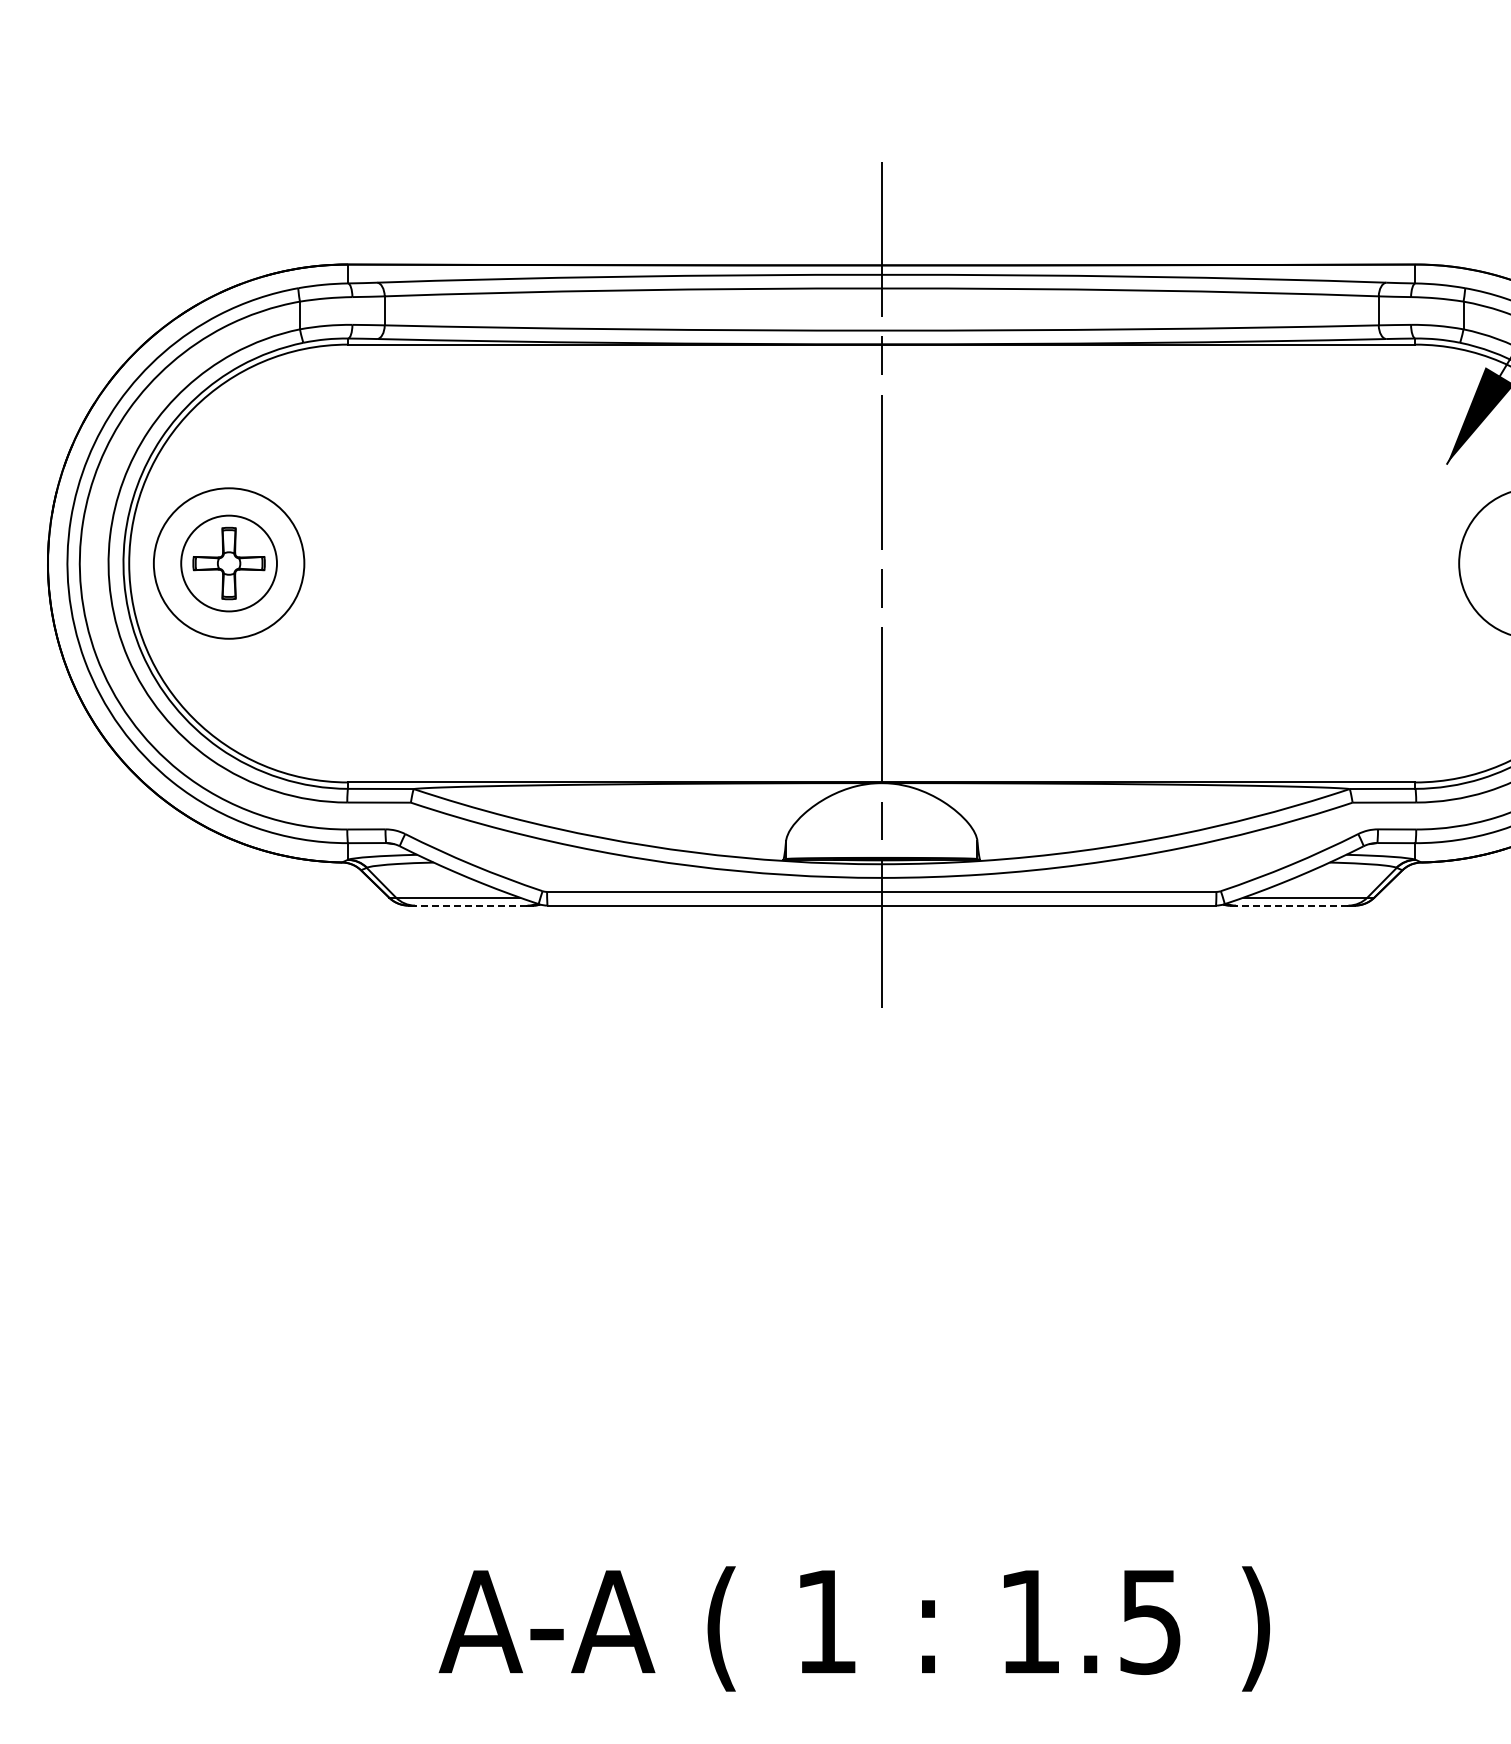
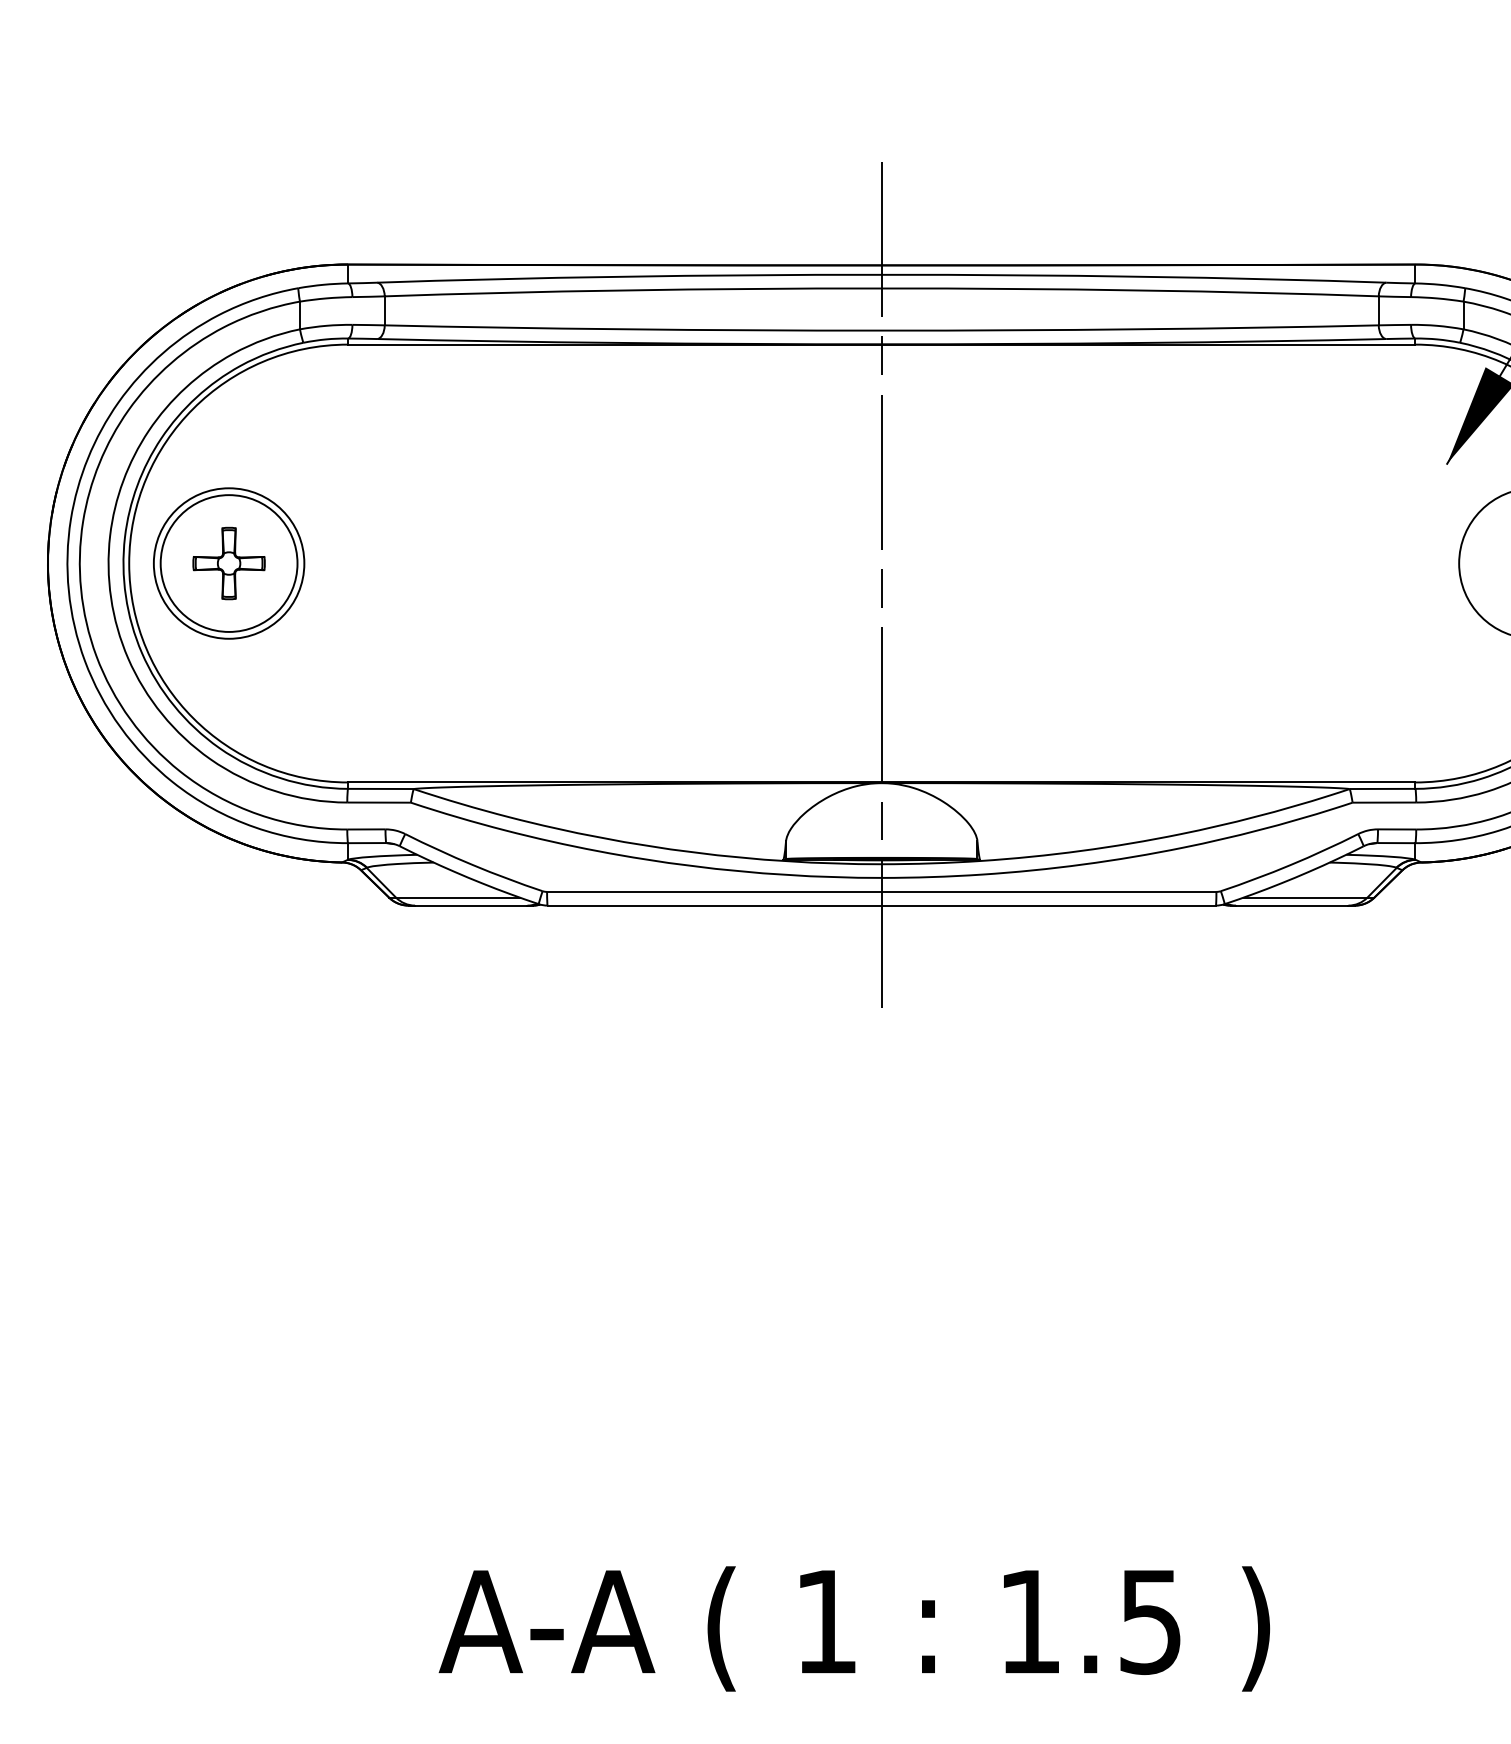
circle at (228, 563) diameter: 96 px -> 137 px
line at (470, 905): dashed -> solid
line at (1291, 905): dashed -> solid
